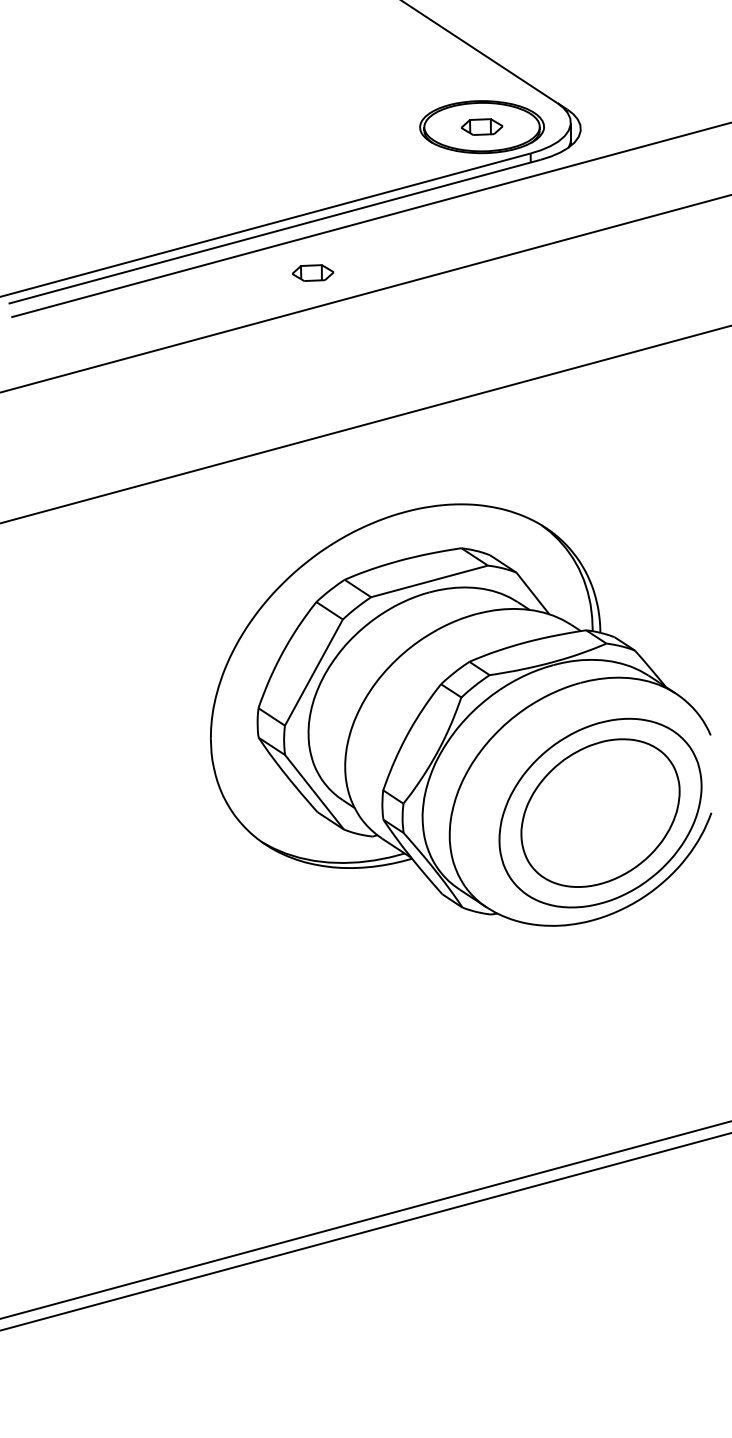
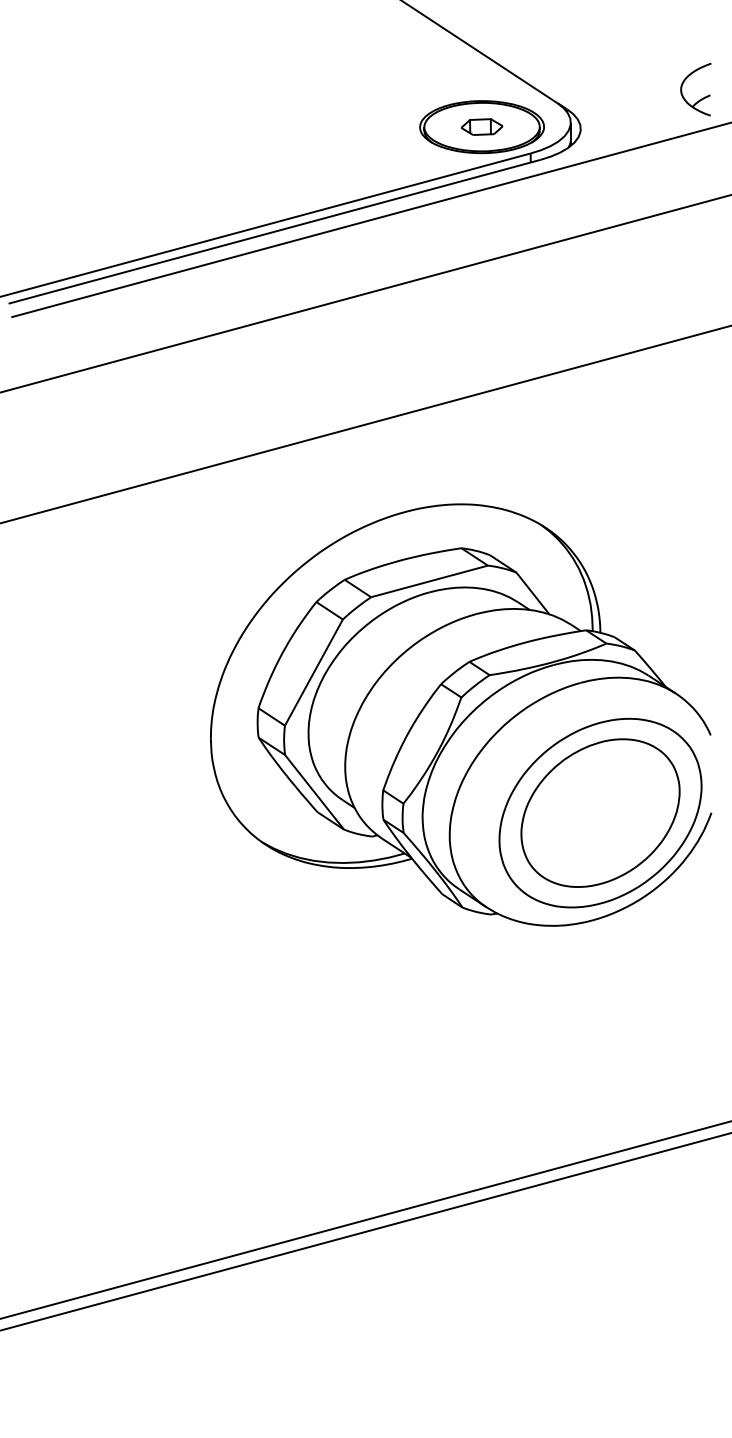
part at (699, 99): none -> present
part at (313, 272): present -> none
